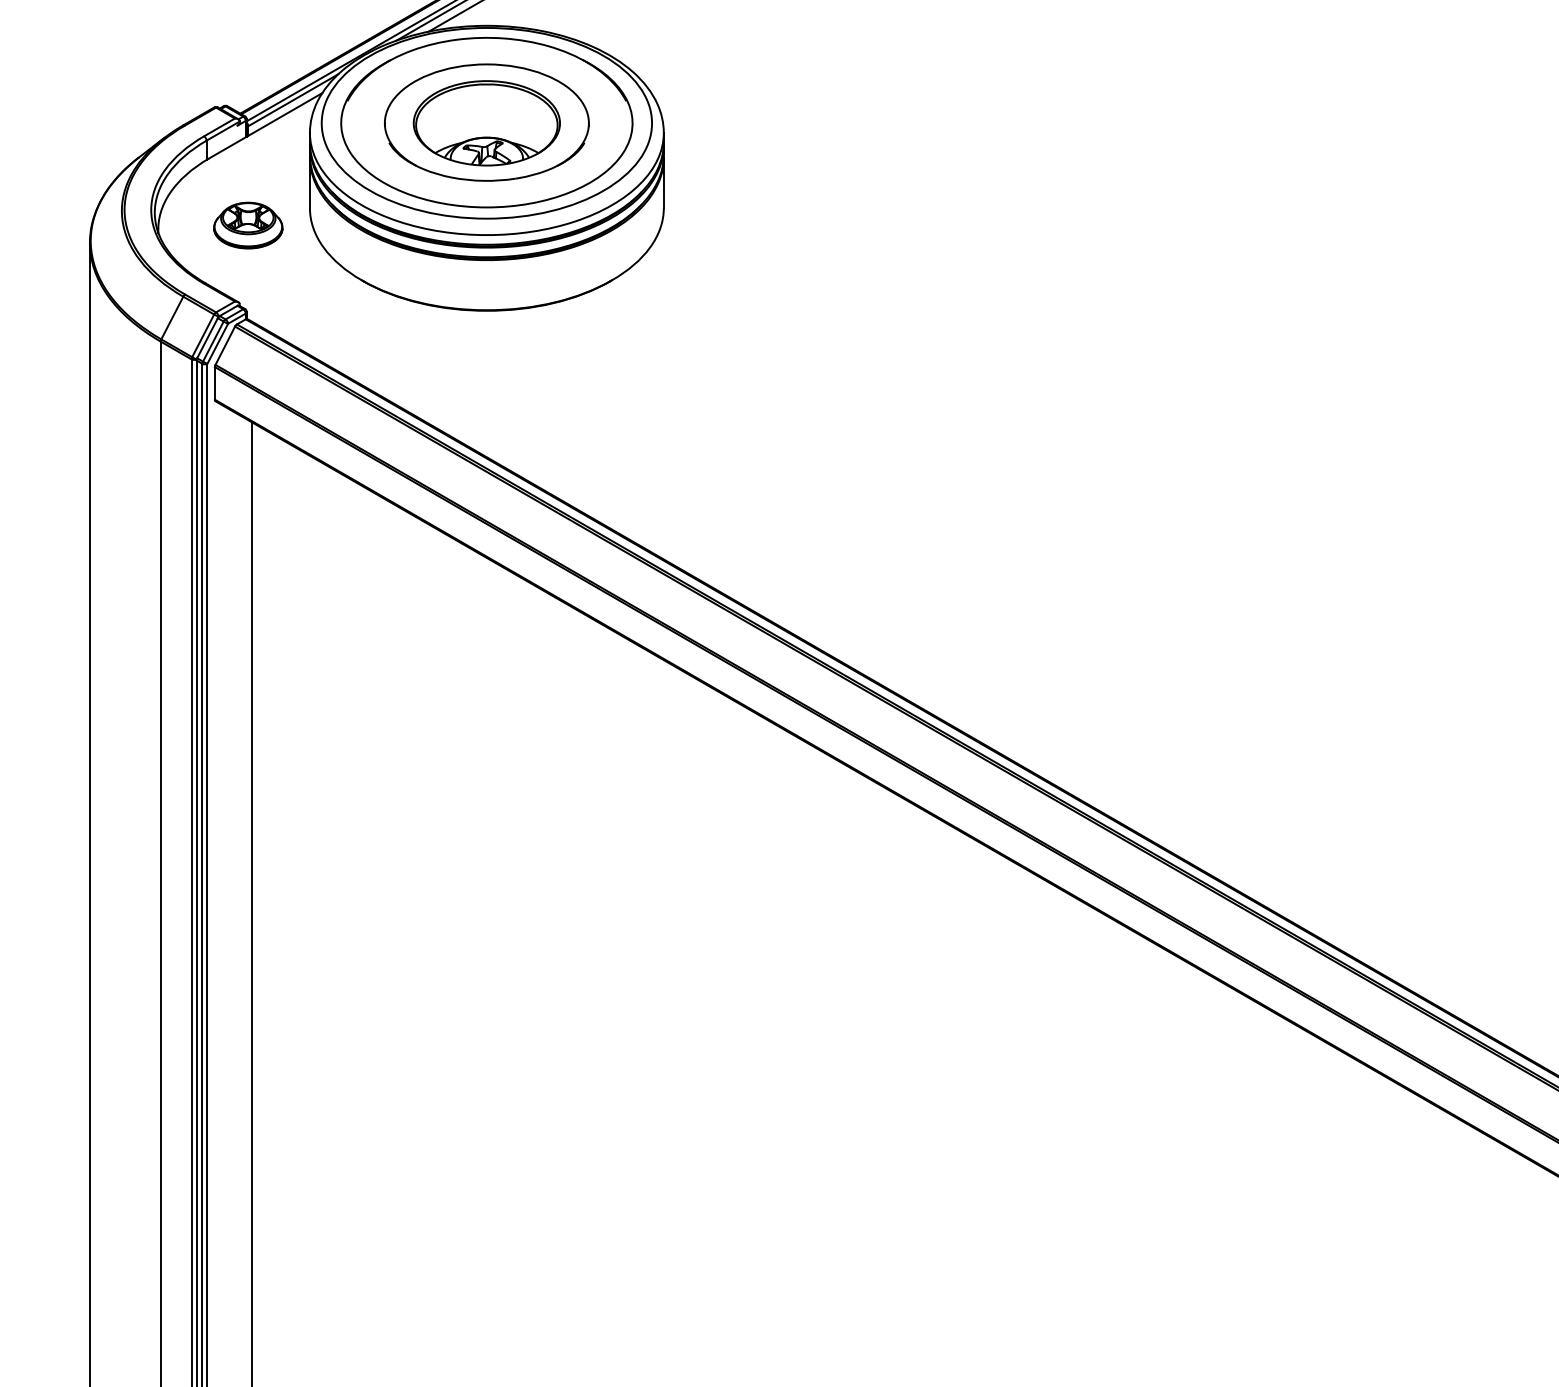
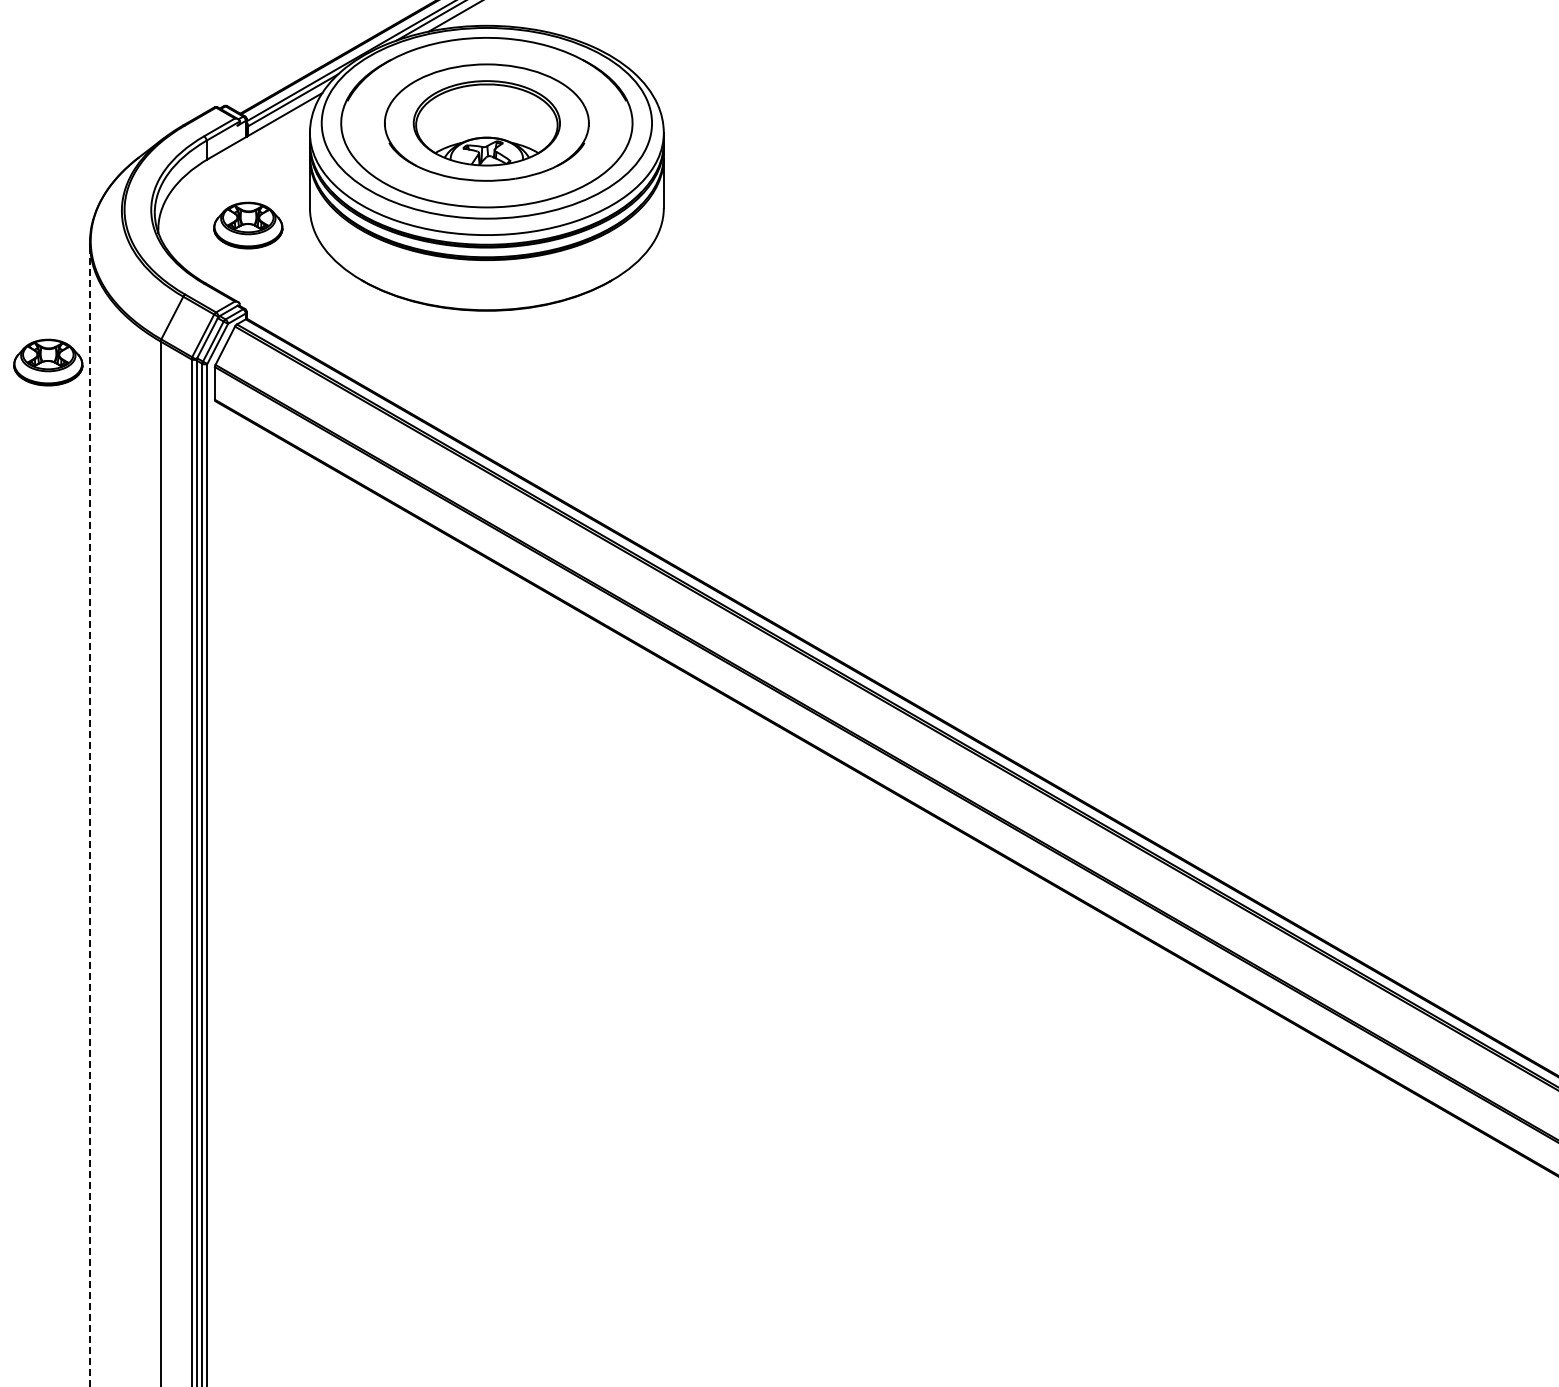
part at (48, 362): none -> present
line at (89, 814): solid -> dashed
line at (252, 902): present -> none
